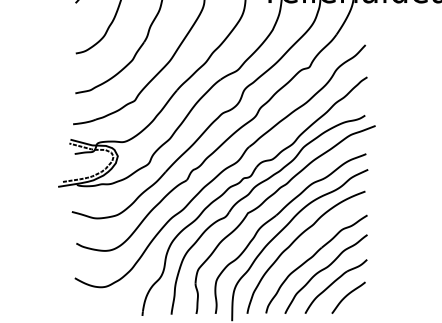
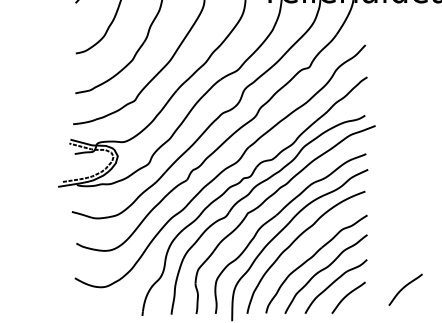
curve at (404, 288): none -> present
